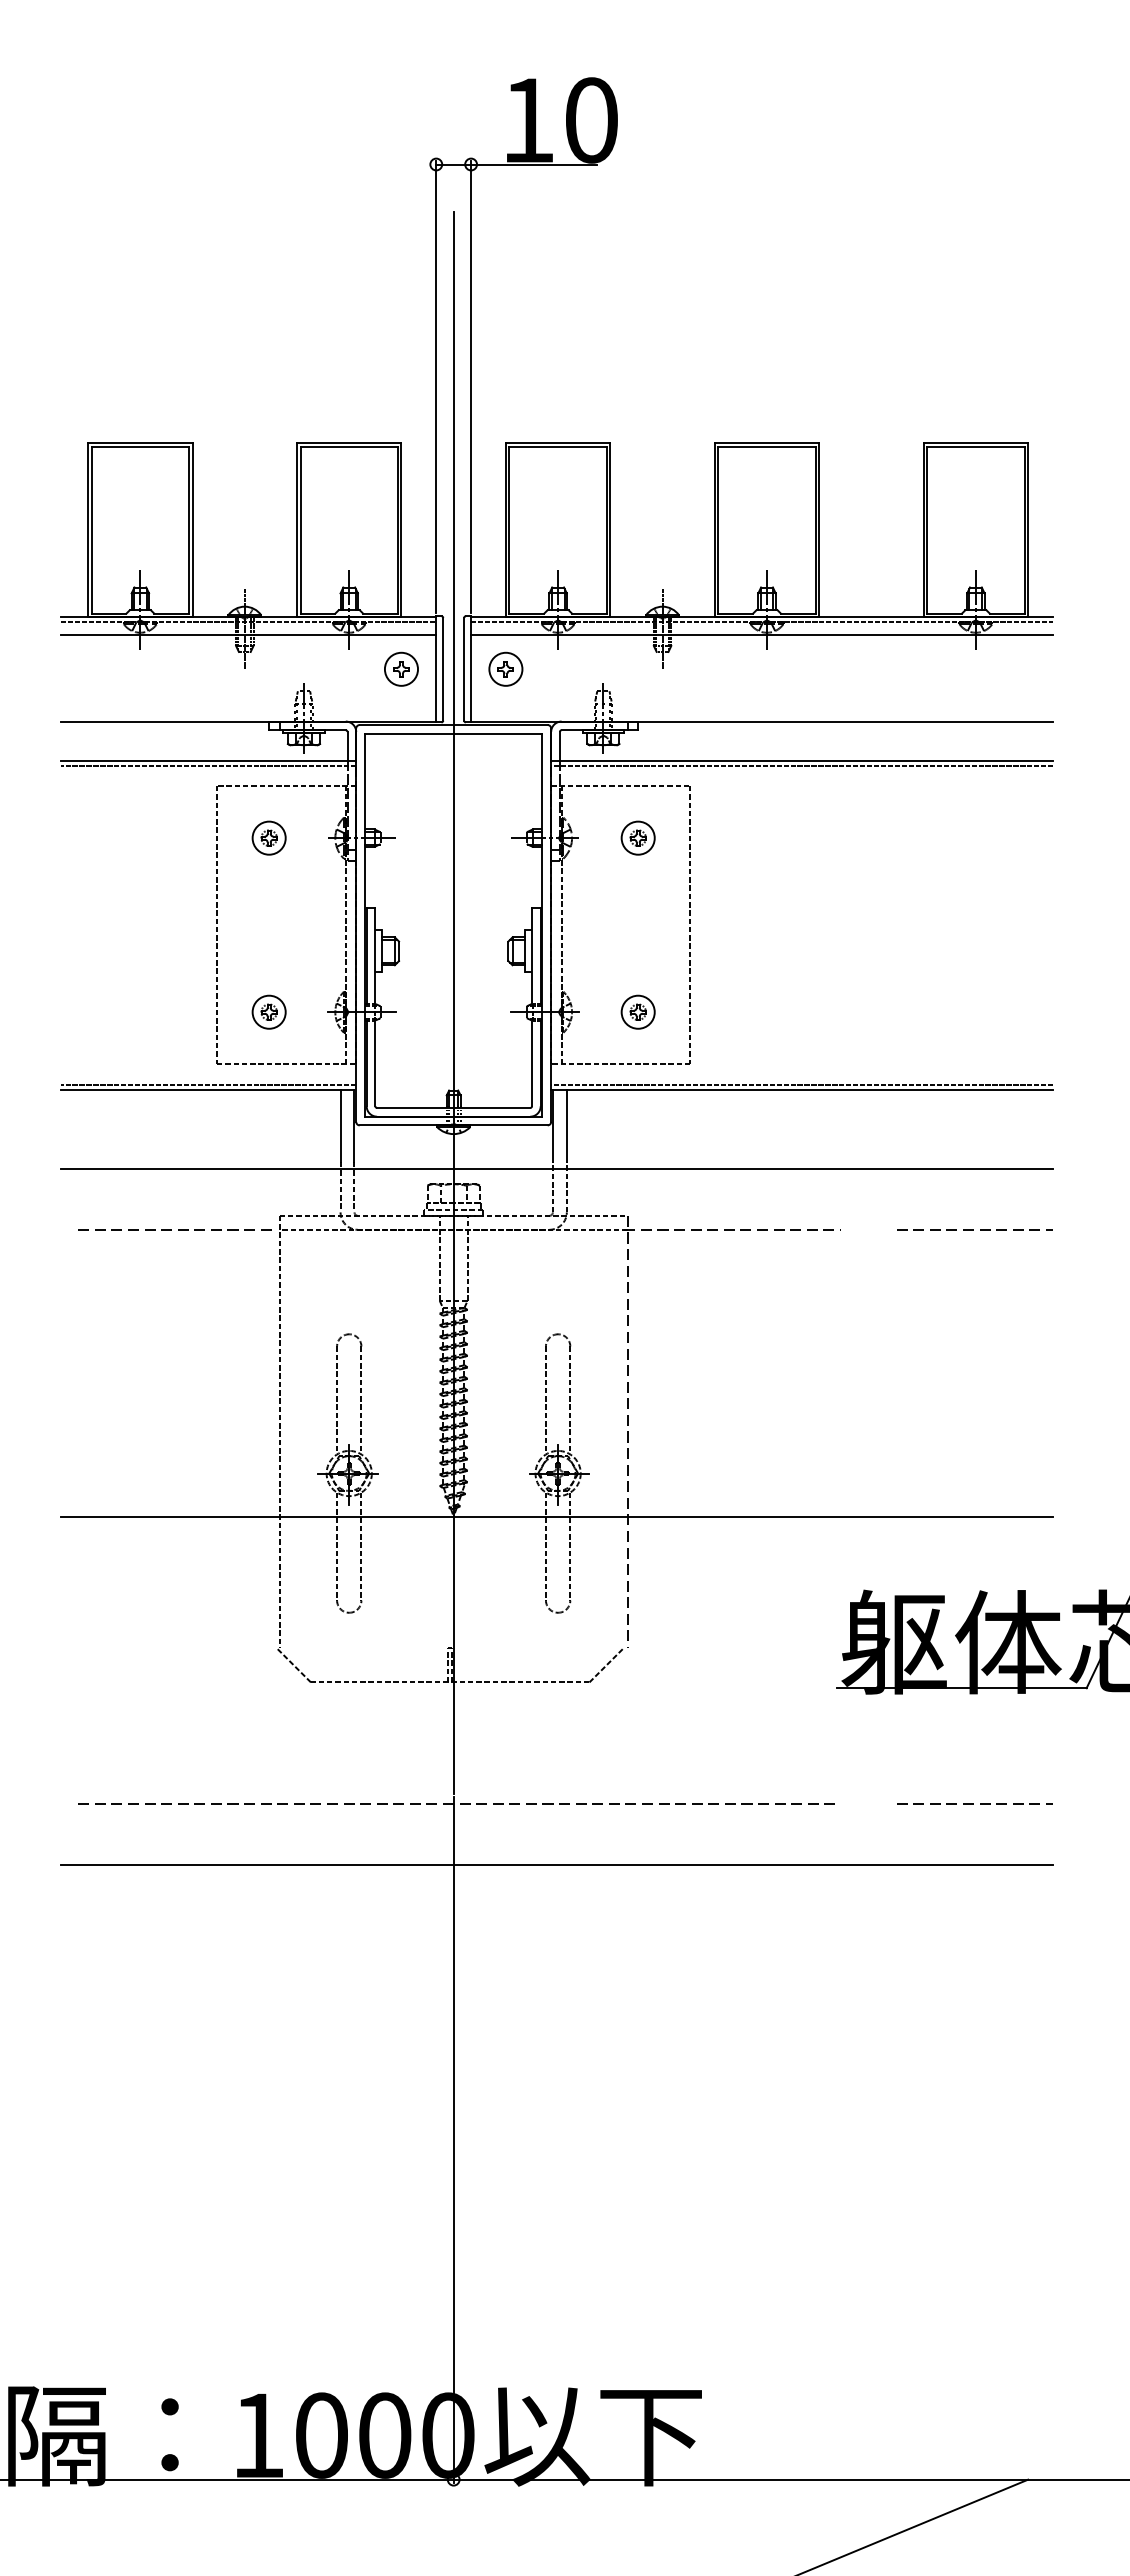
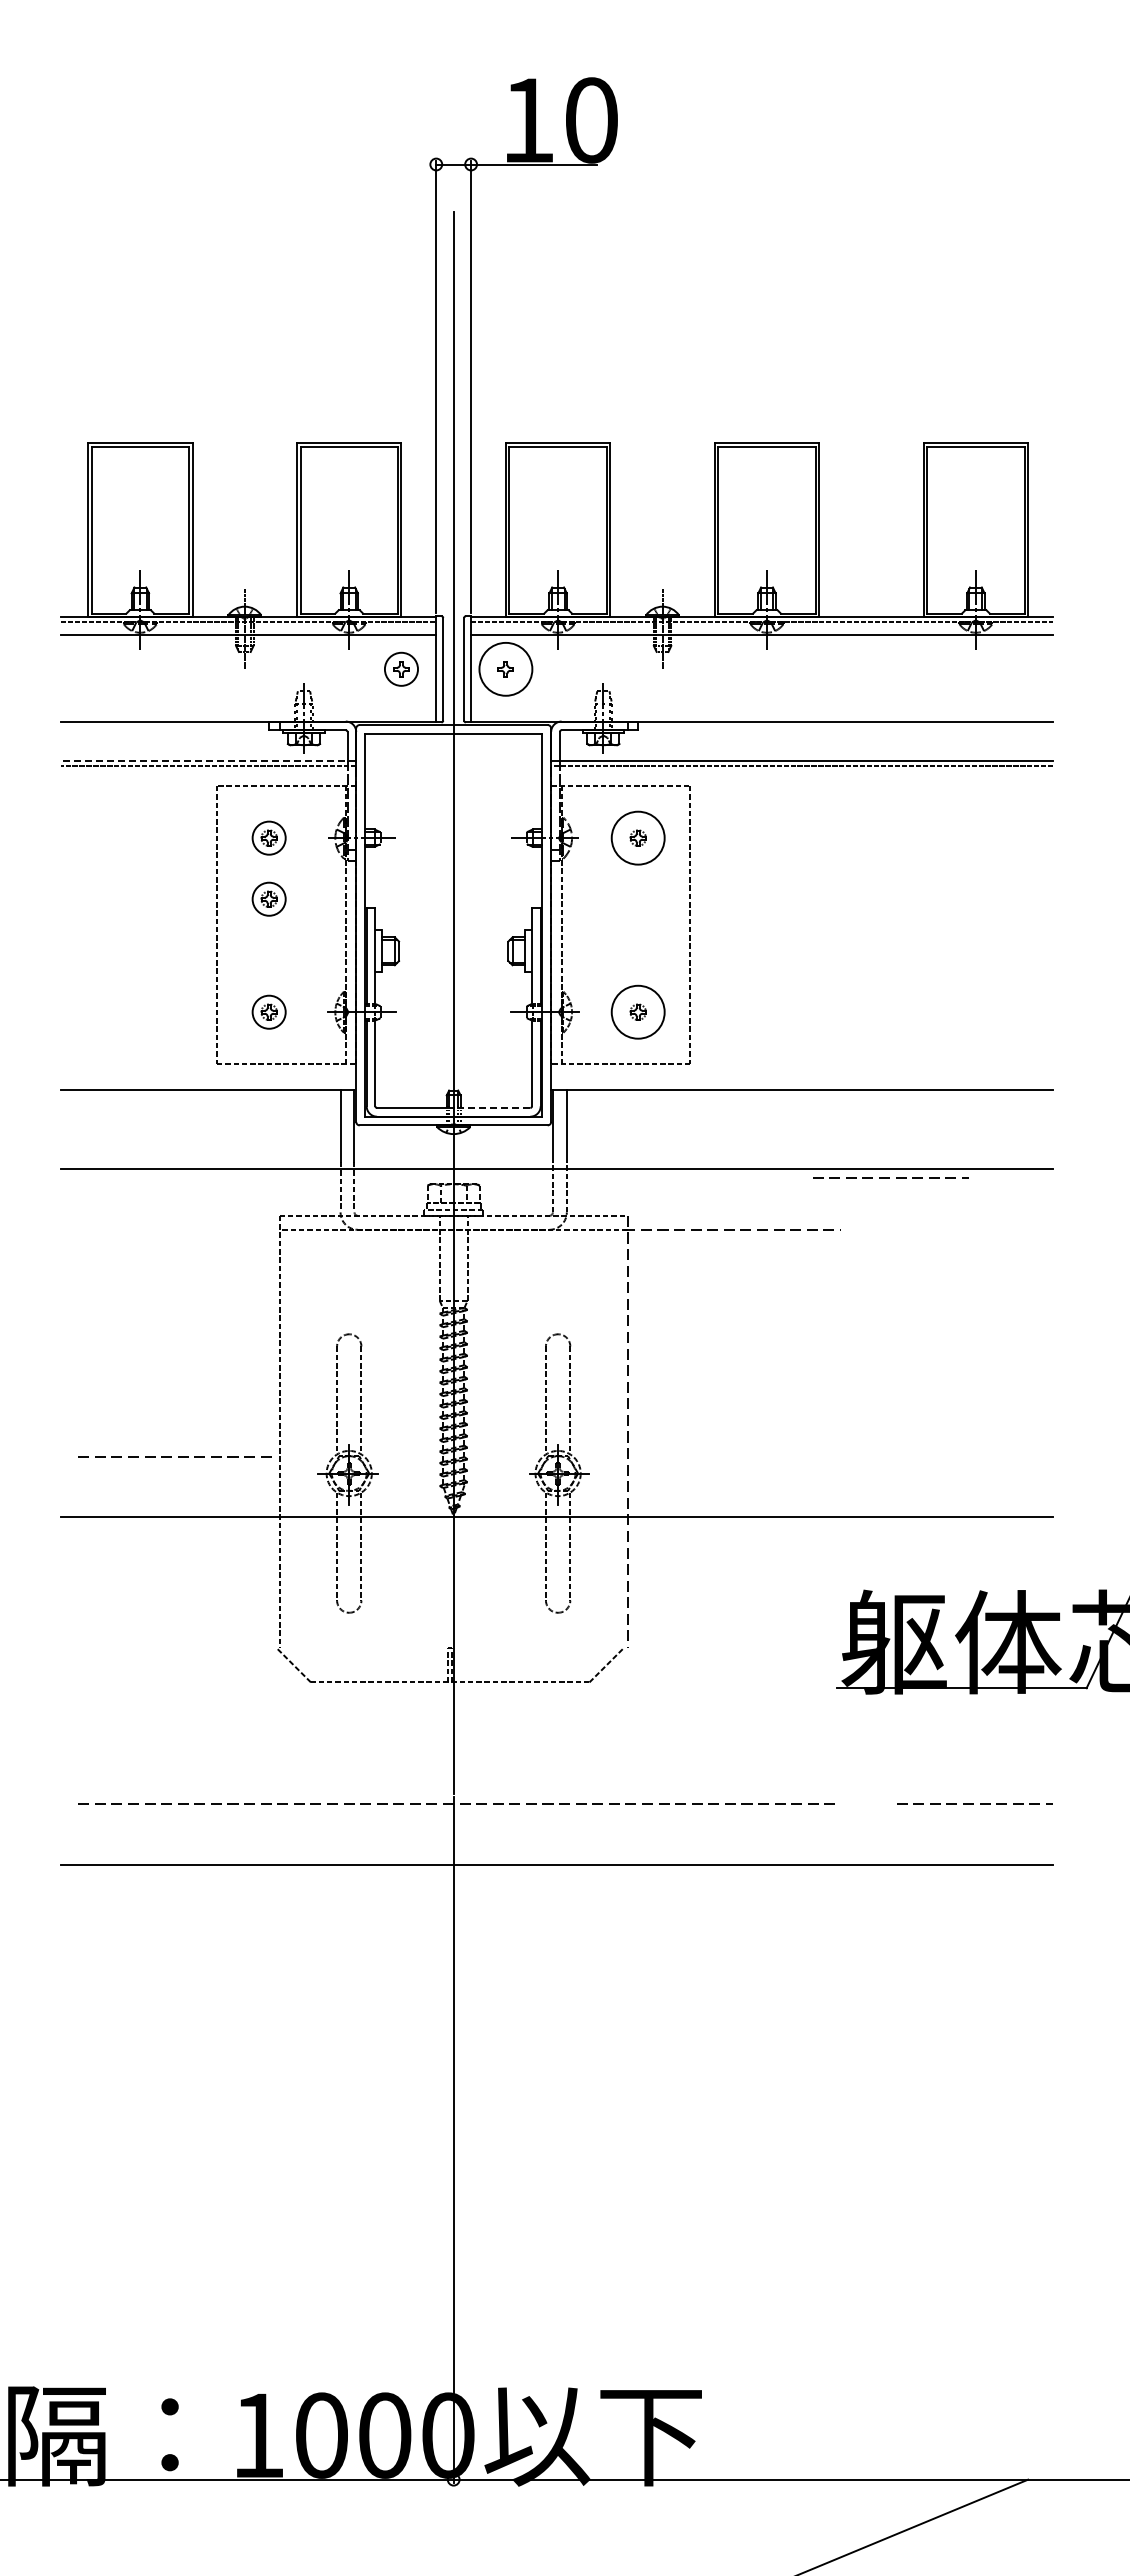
circle at (505, 668) diameter: 33 px -> 53 px
line at (208, 760): solid -> dashed
circle at (637, 837) diameter: 33 px -> 53 px
part at (268, 898): none -> present
circle at (637, 1011) diameter: 33 px -> 53 px
line at (208, 1084): present -> none
line at (802, 1084): present -> none
line at (491, 1107): solid -> dashed
line at (171, 1229) position: (171, 1229) -> (171, 1456)
line at (973, 1229) position: (973, 1229) -> (889, 1177)
